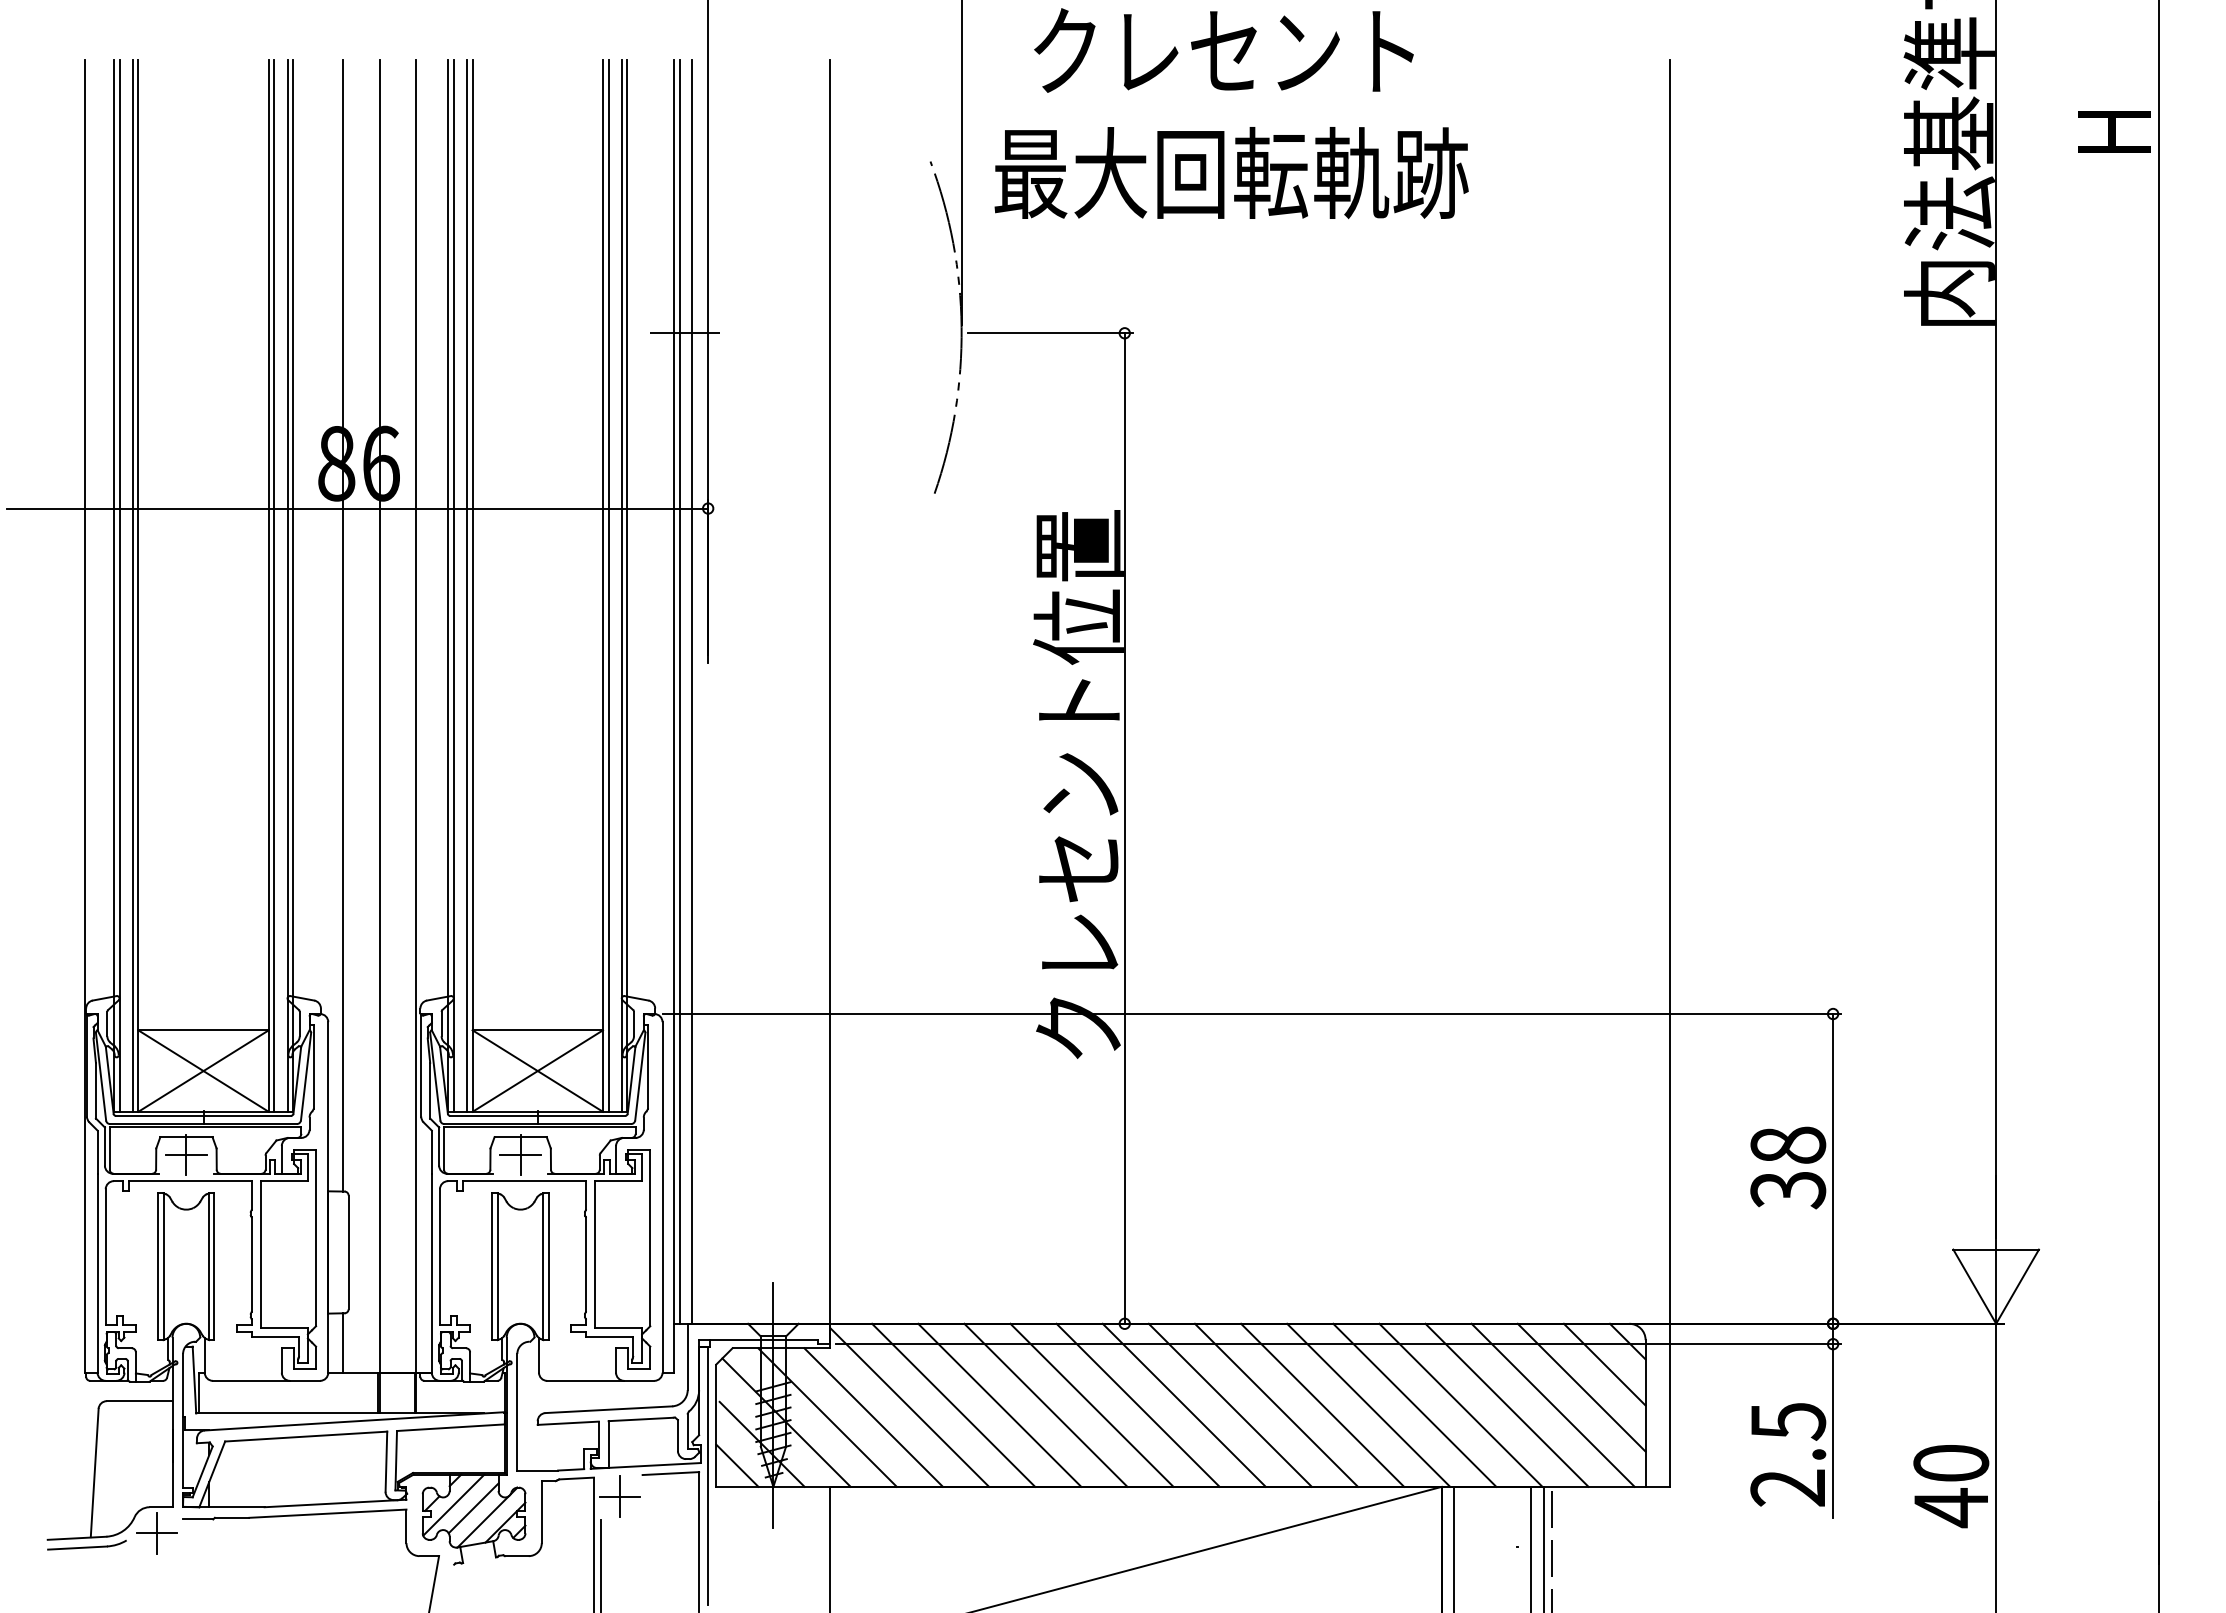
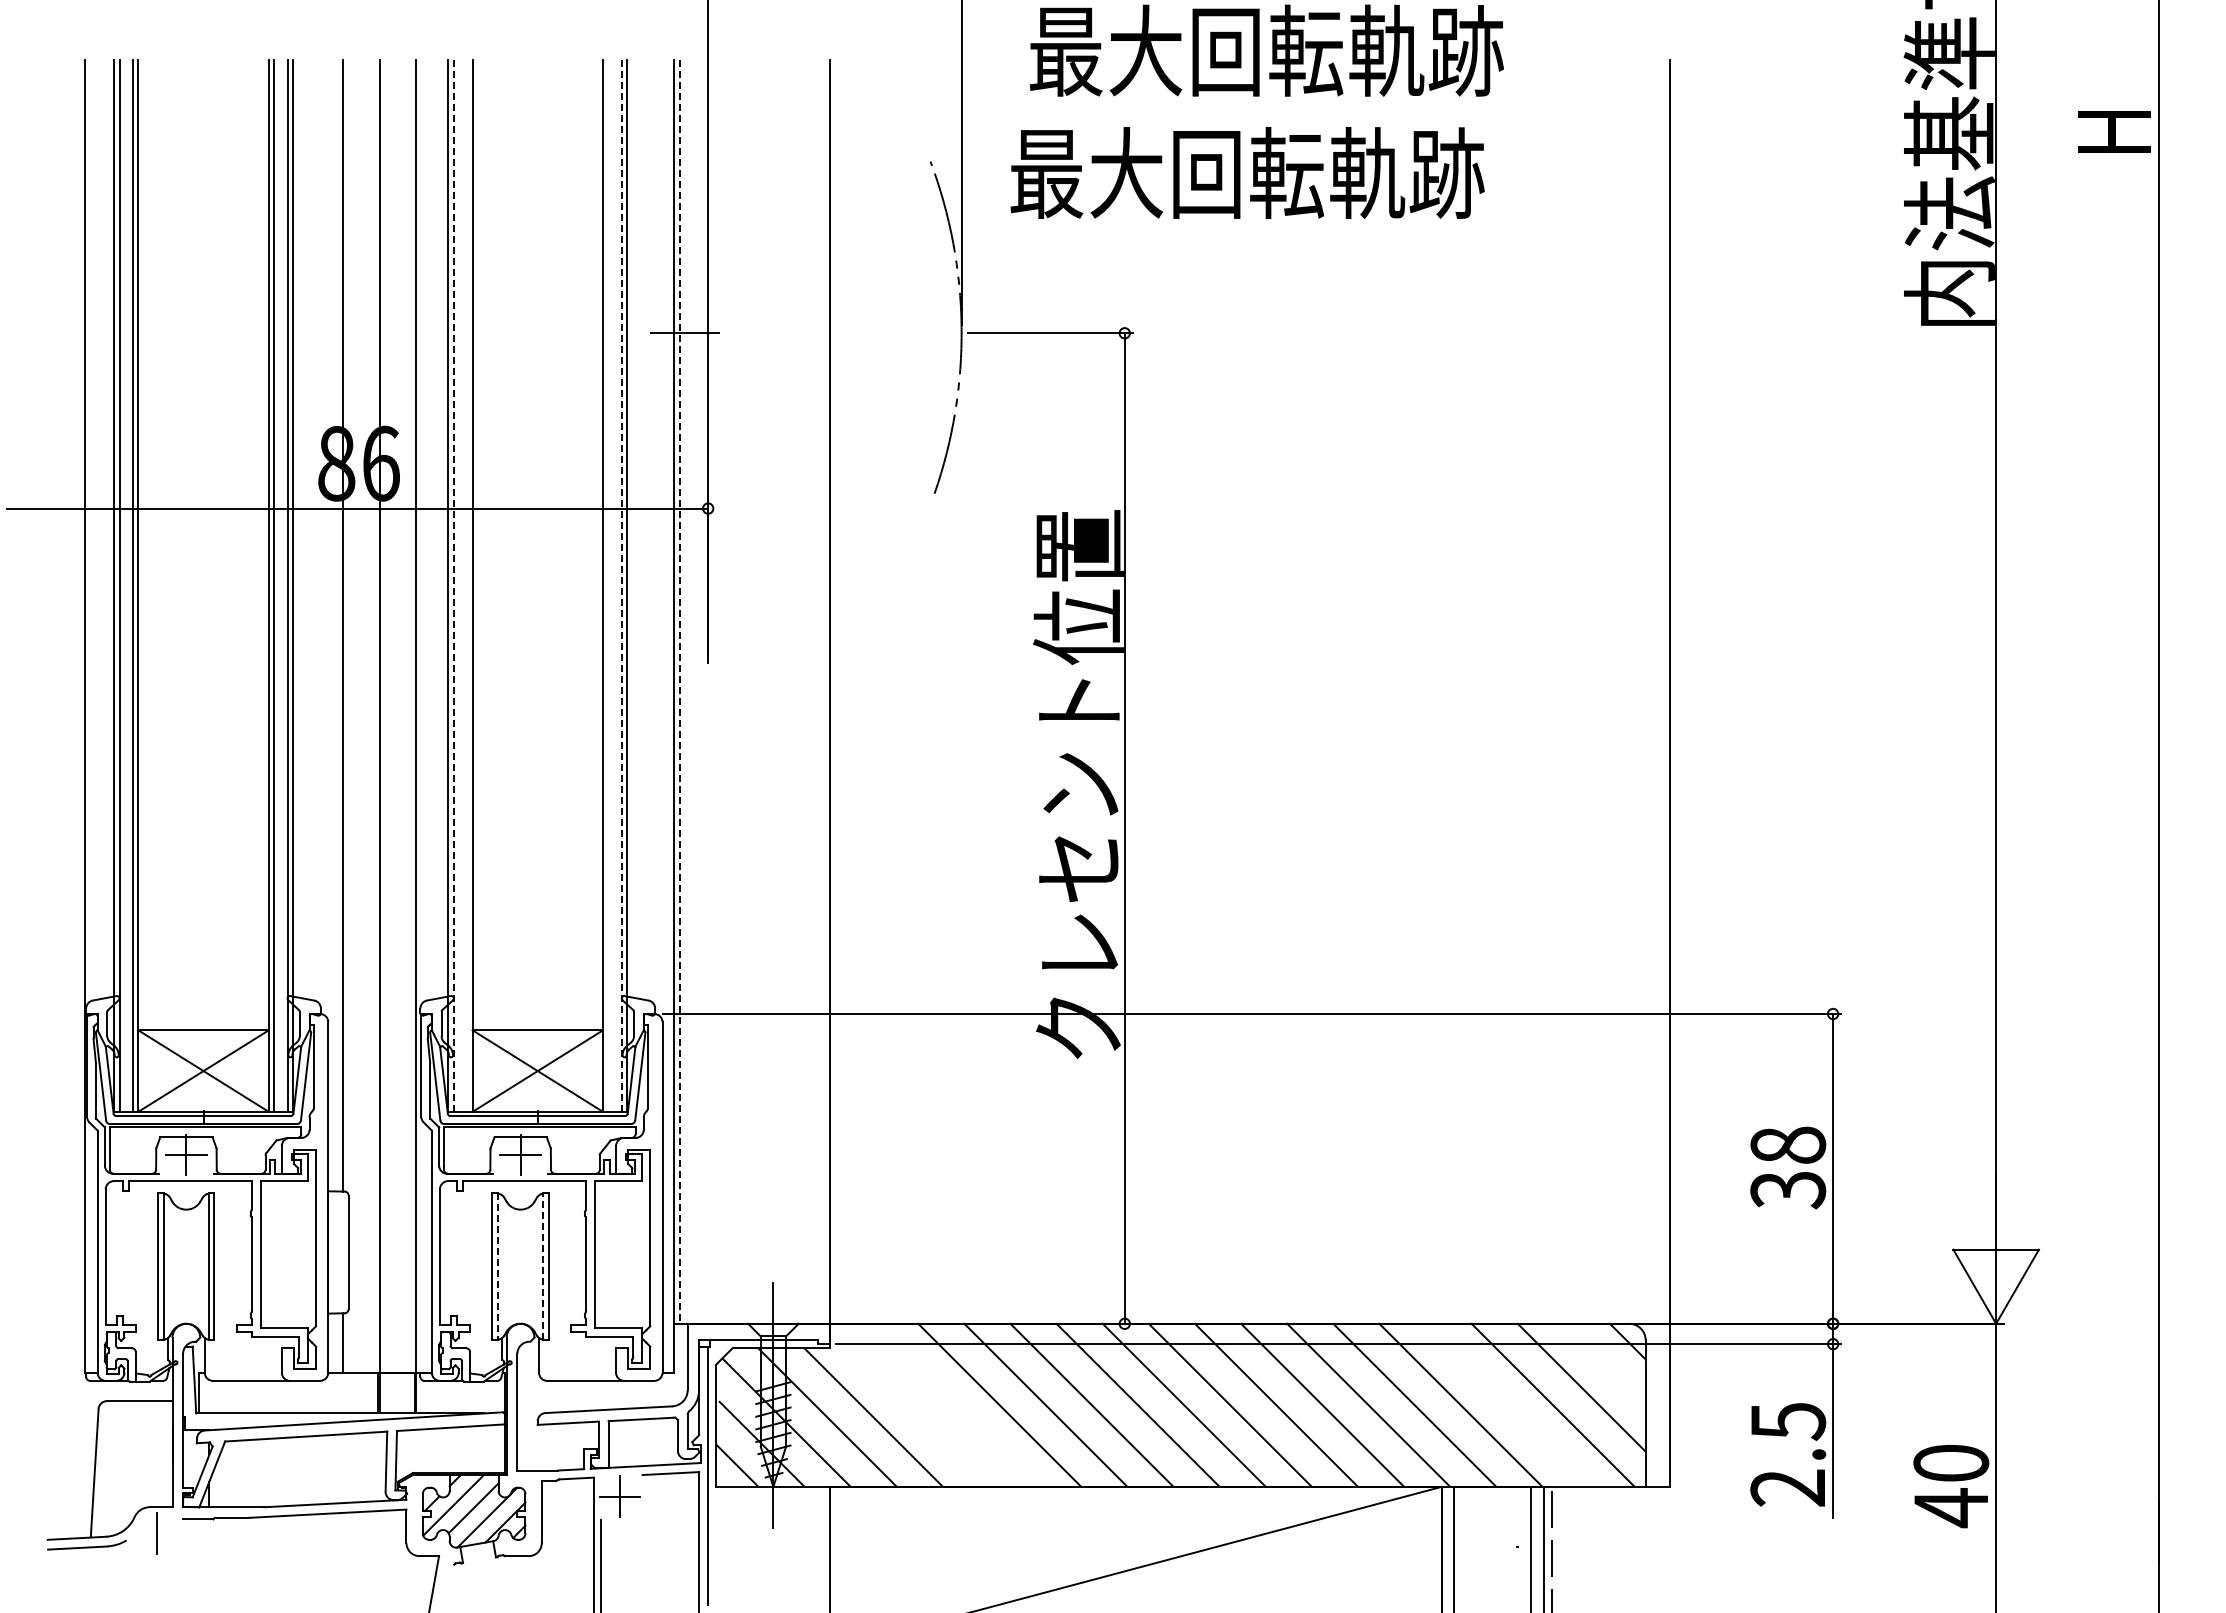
text at (1266, 50): クレセント -> 最大回転軌跡
text at (1231, 173) position: (1231, 173) -> (1247, 173)
line at (453, 585): solid -> dashed
line at (466, 585): present -> none
line at (608, 585): present -> none
line at (621, 585): solid -> dashed
line at (680, 691): solid -> dashed
line at (691, 691): present -> none
line at (543, 1266): solid -> dashed
line at (497, 1267): solid -> dashed
line at (1604, 1364): present -> none
line at (953, 1404): present -> none
line at (1506, 1404): present -> none
line at (909, 1407): present -> none
line at (156, 1533): present -> none
